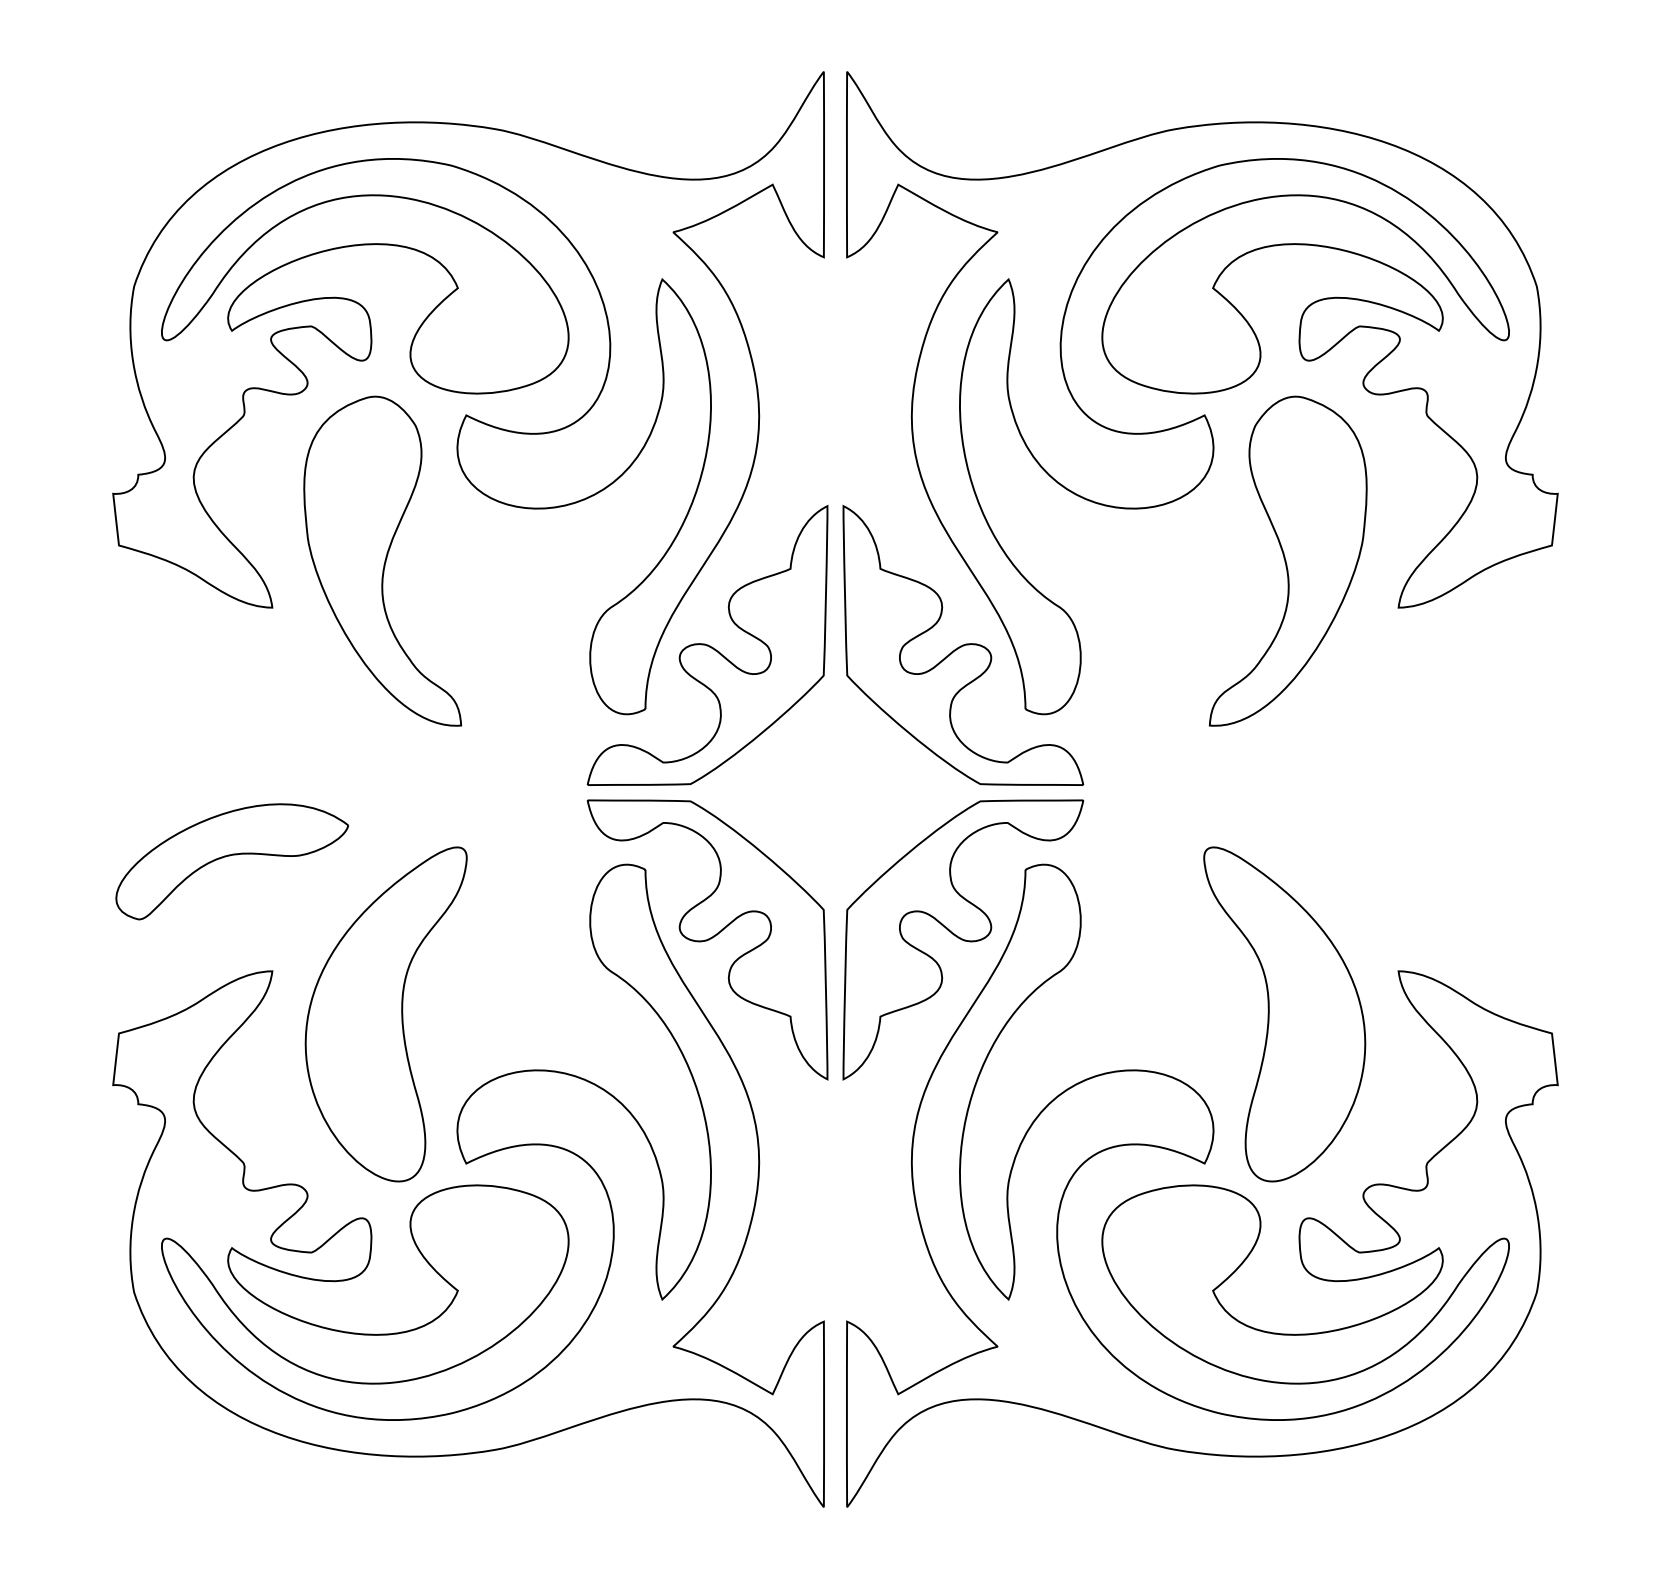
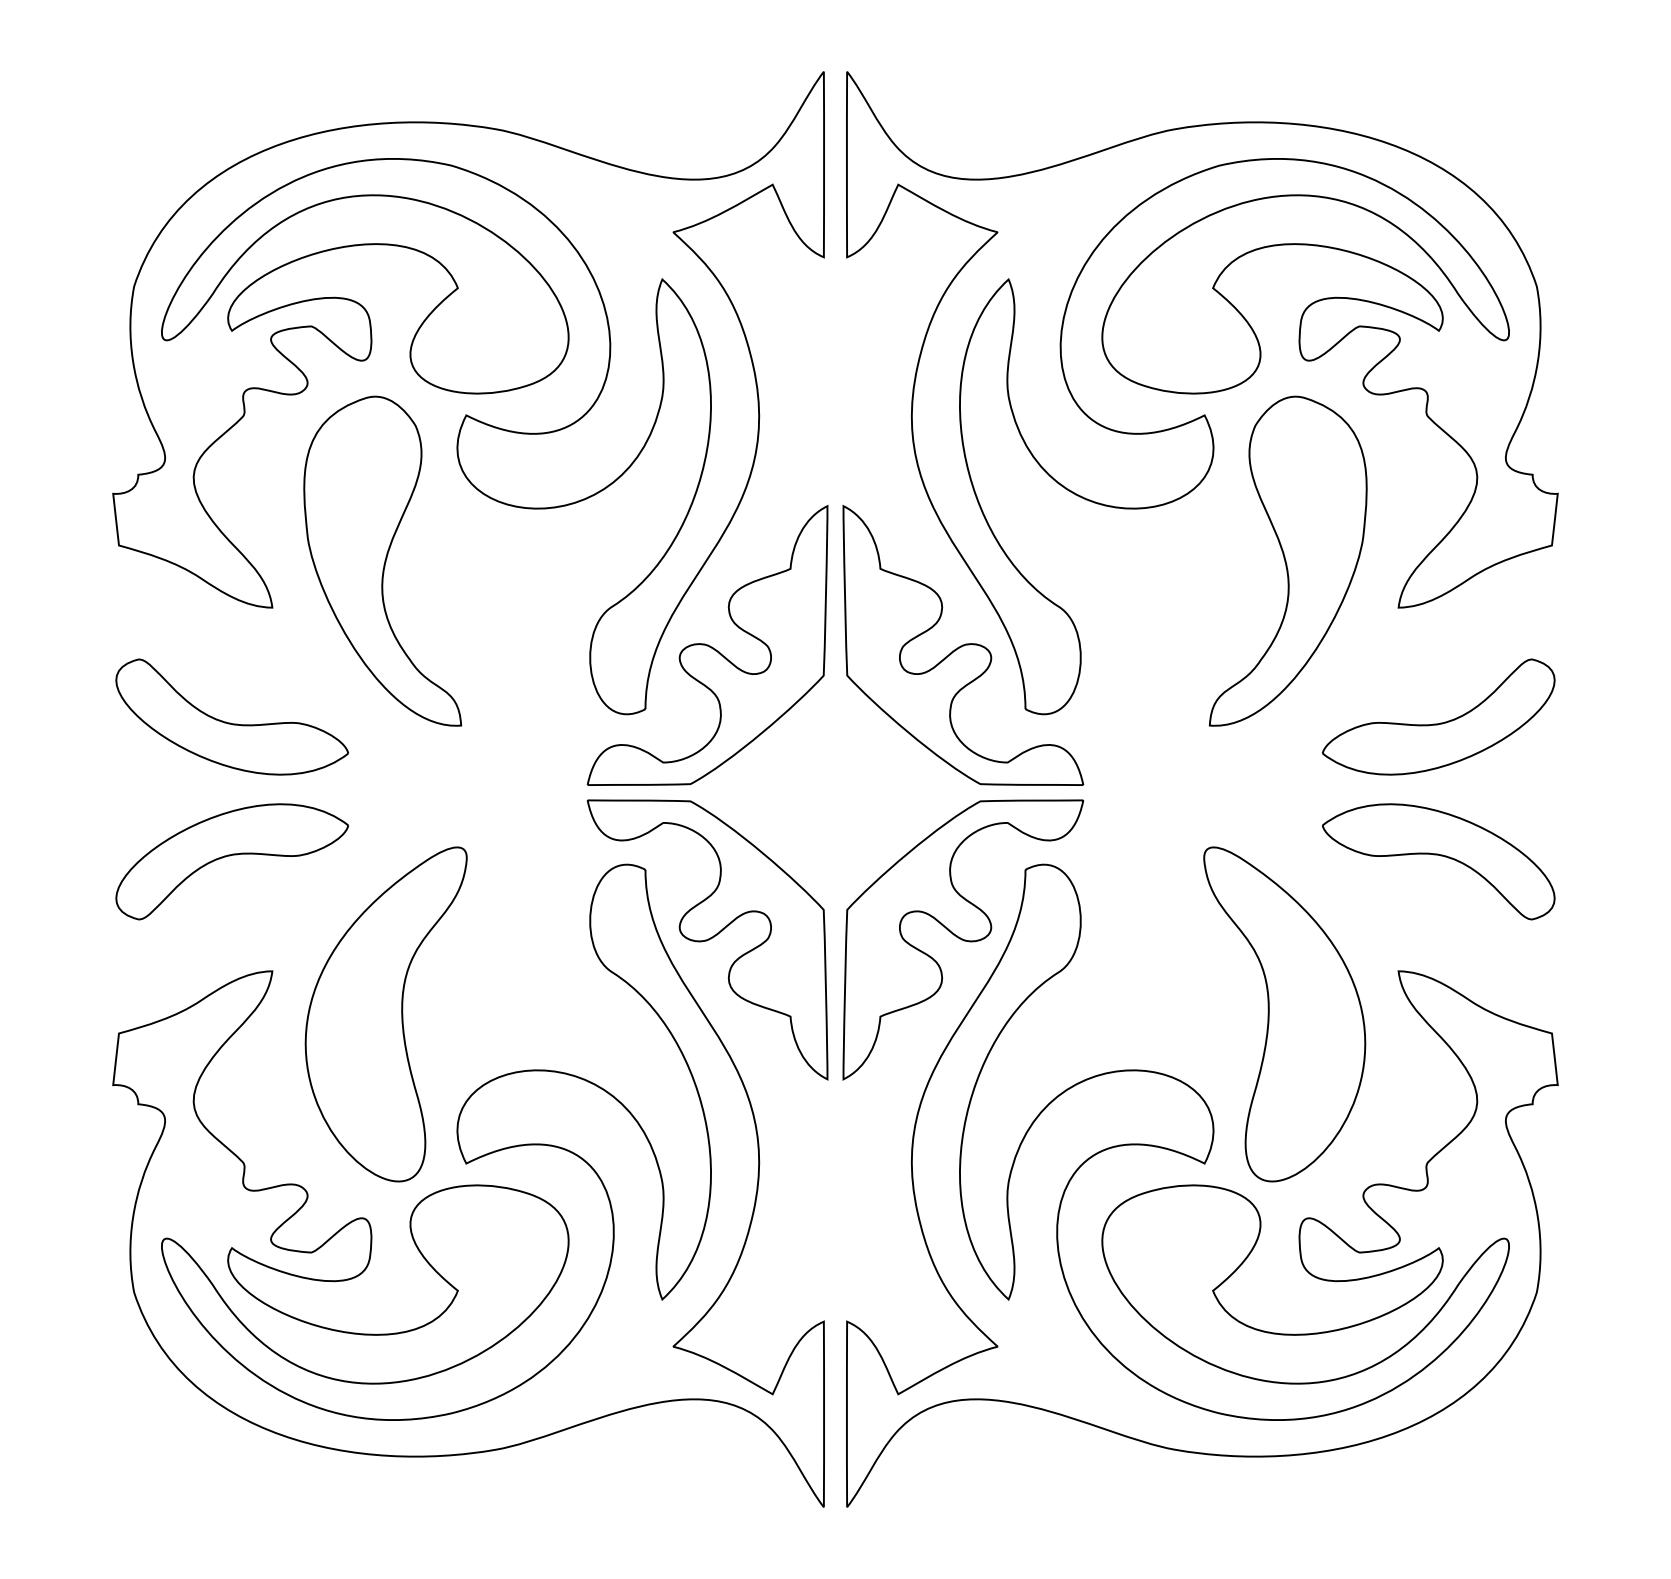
part at (230, 722): none -> present
part at (1440, 722): none -> present
part at (1438, 861): none -> present
